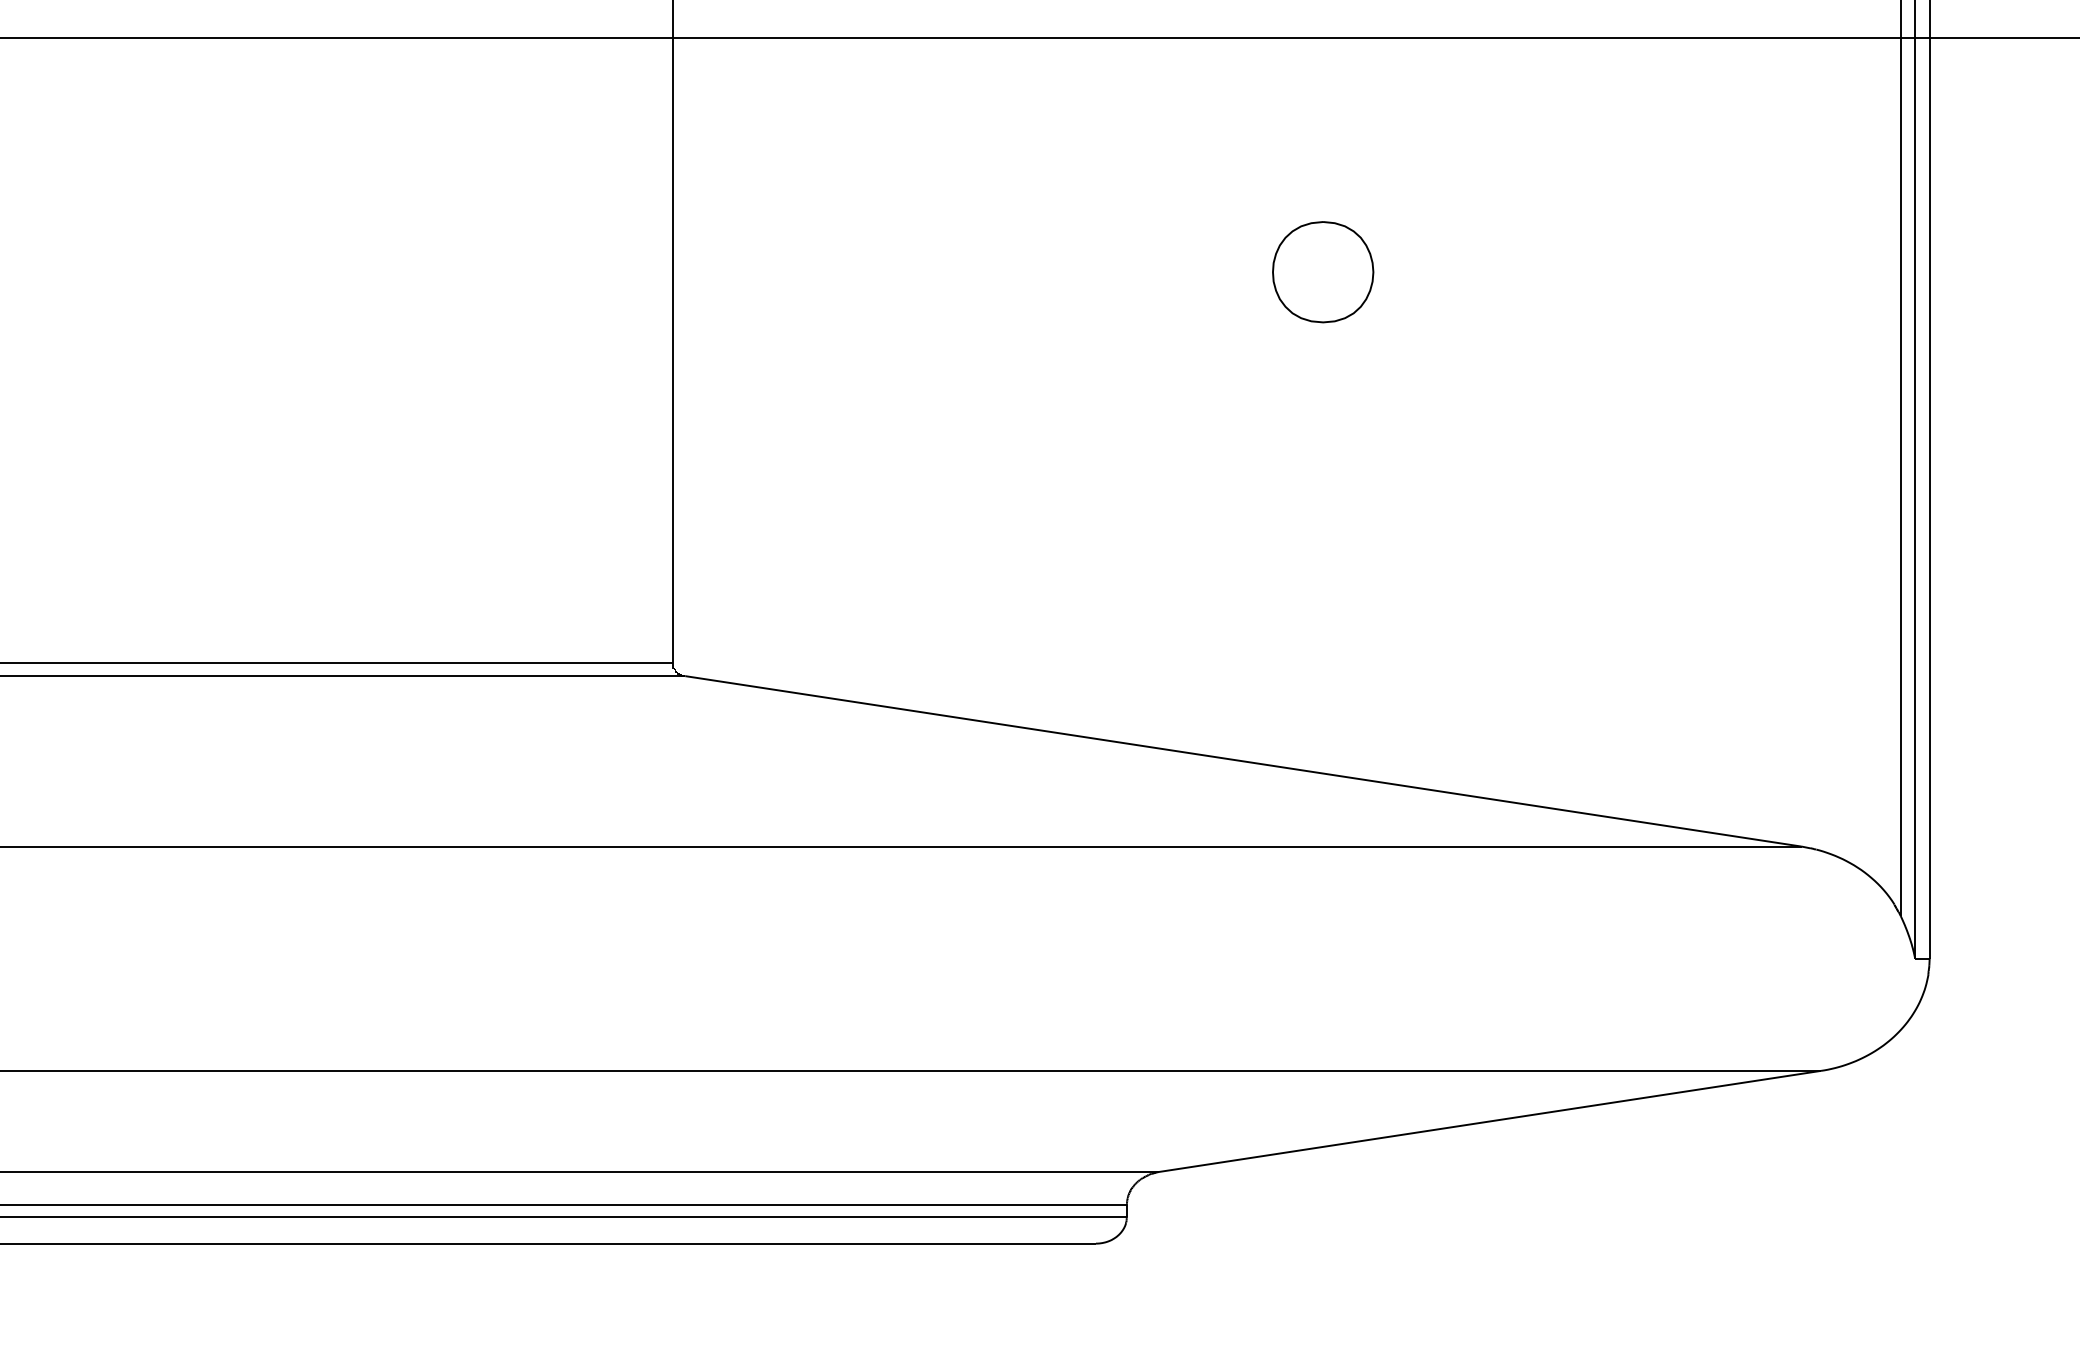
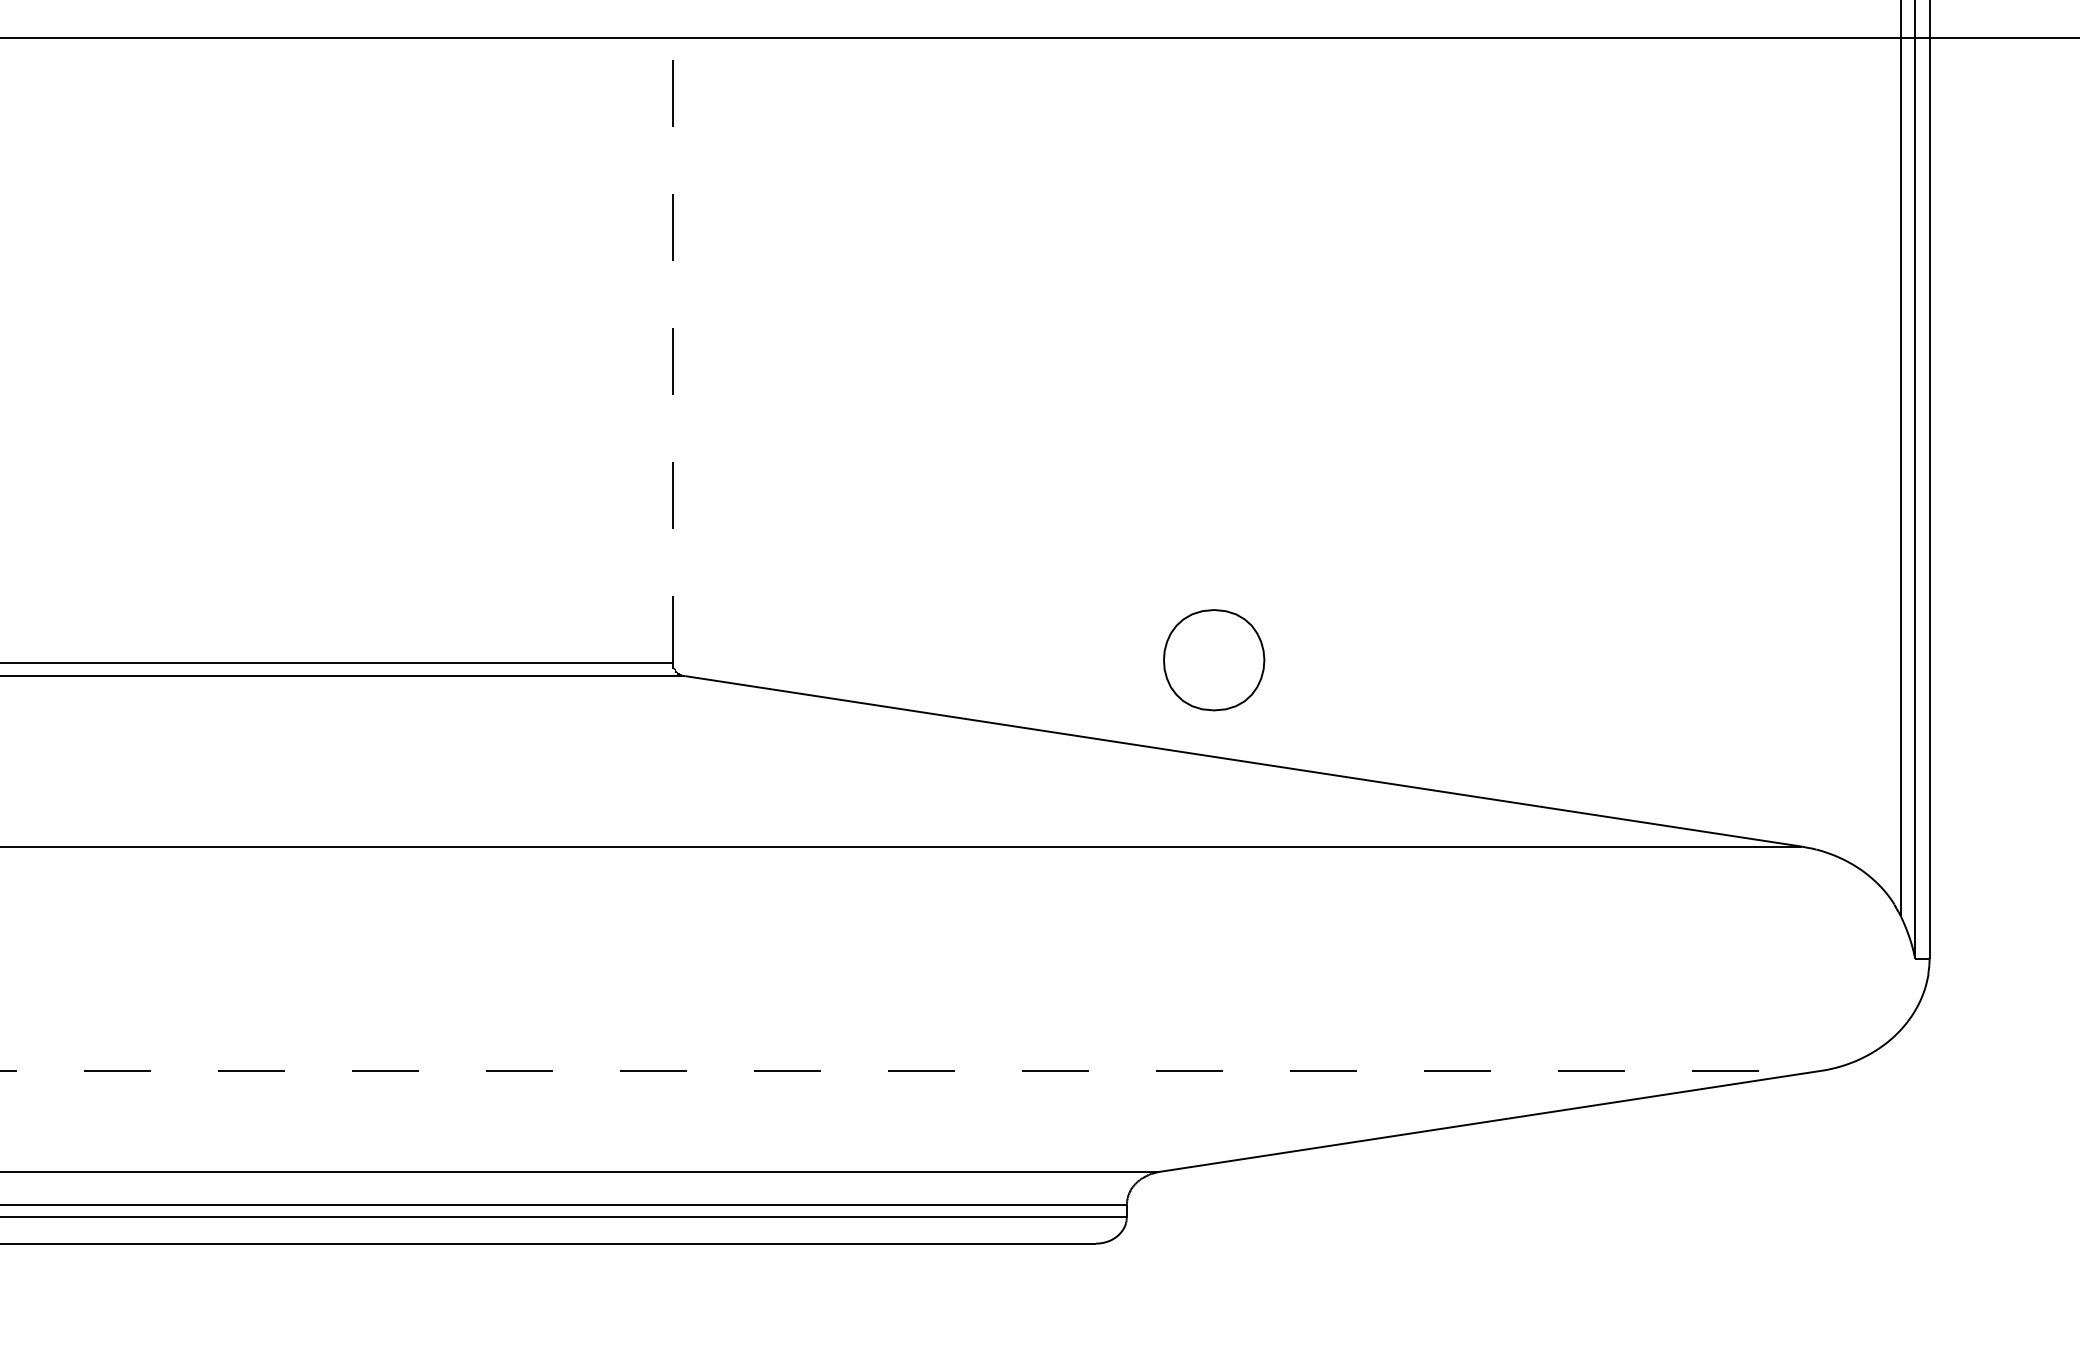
part at (1323, 272) position: (1323, 272) -> (1214, 660)
line at (672, 331): solid -> dashed
line at (911, 1070): solid -> dashed
